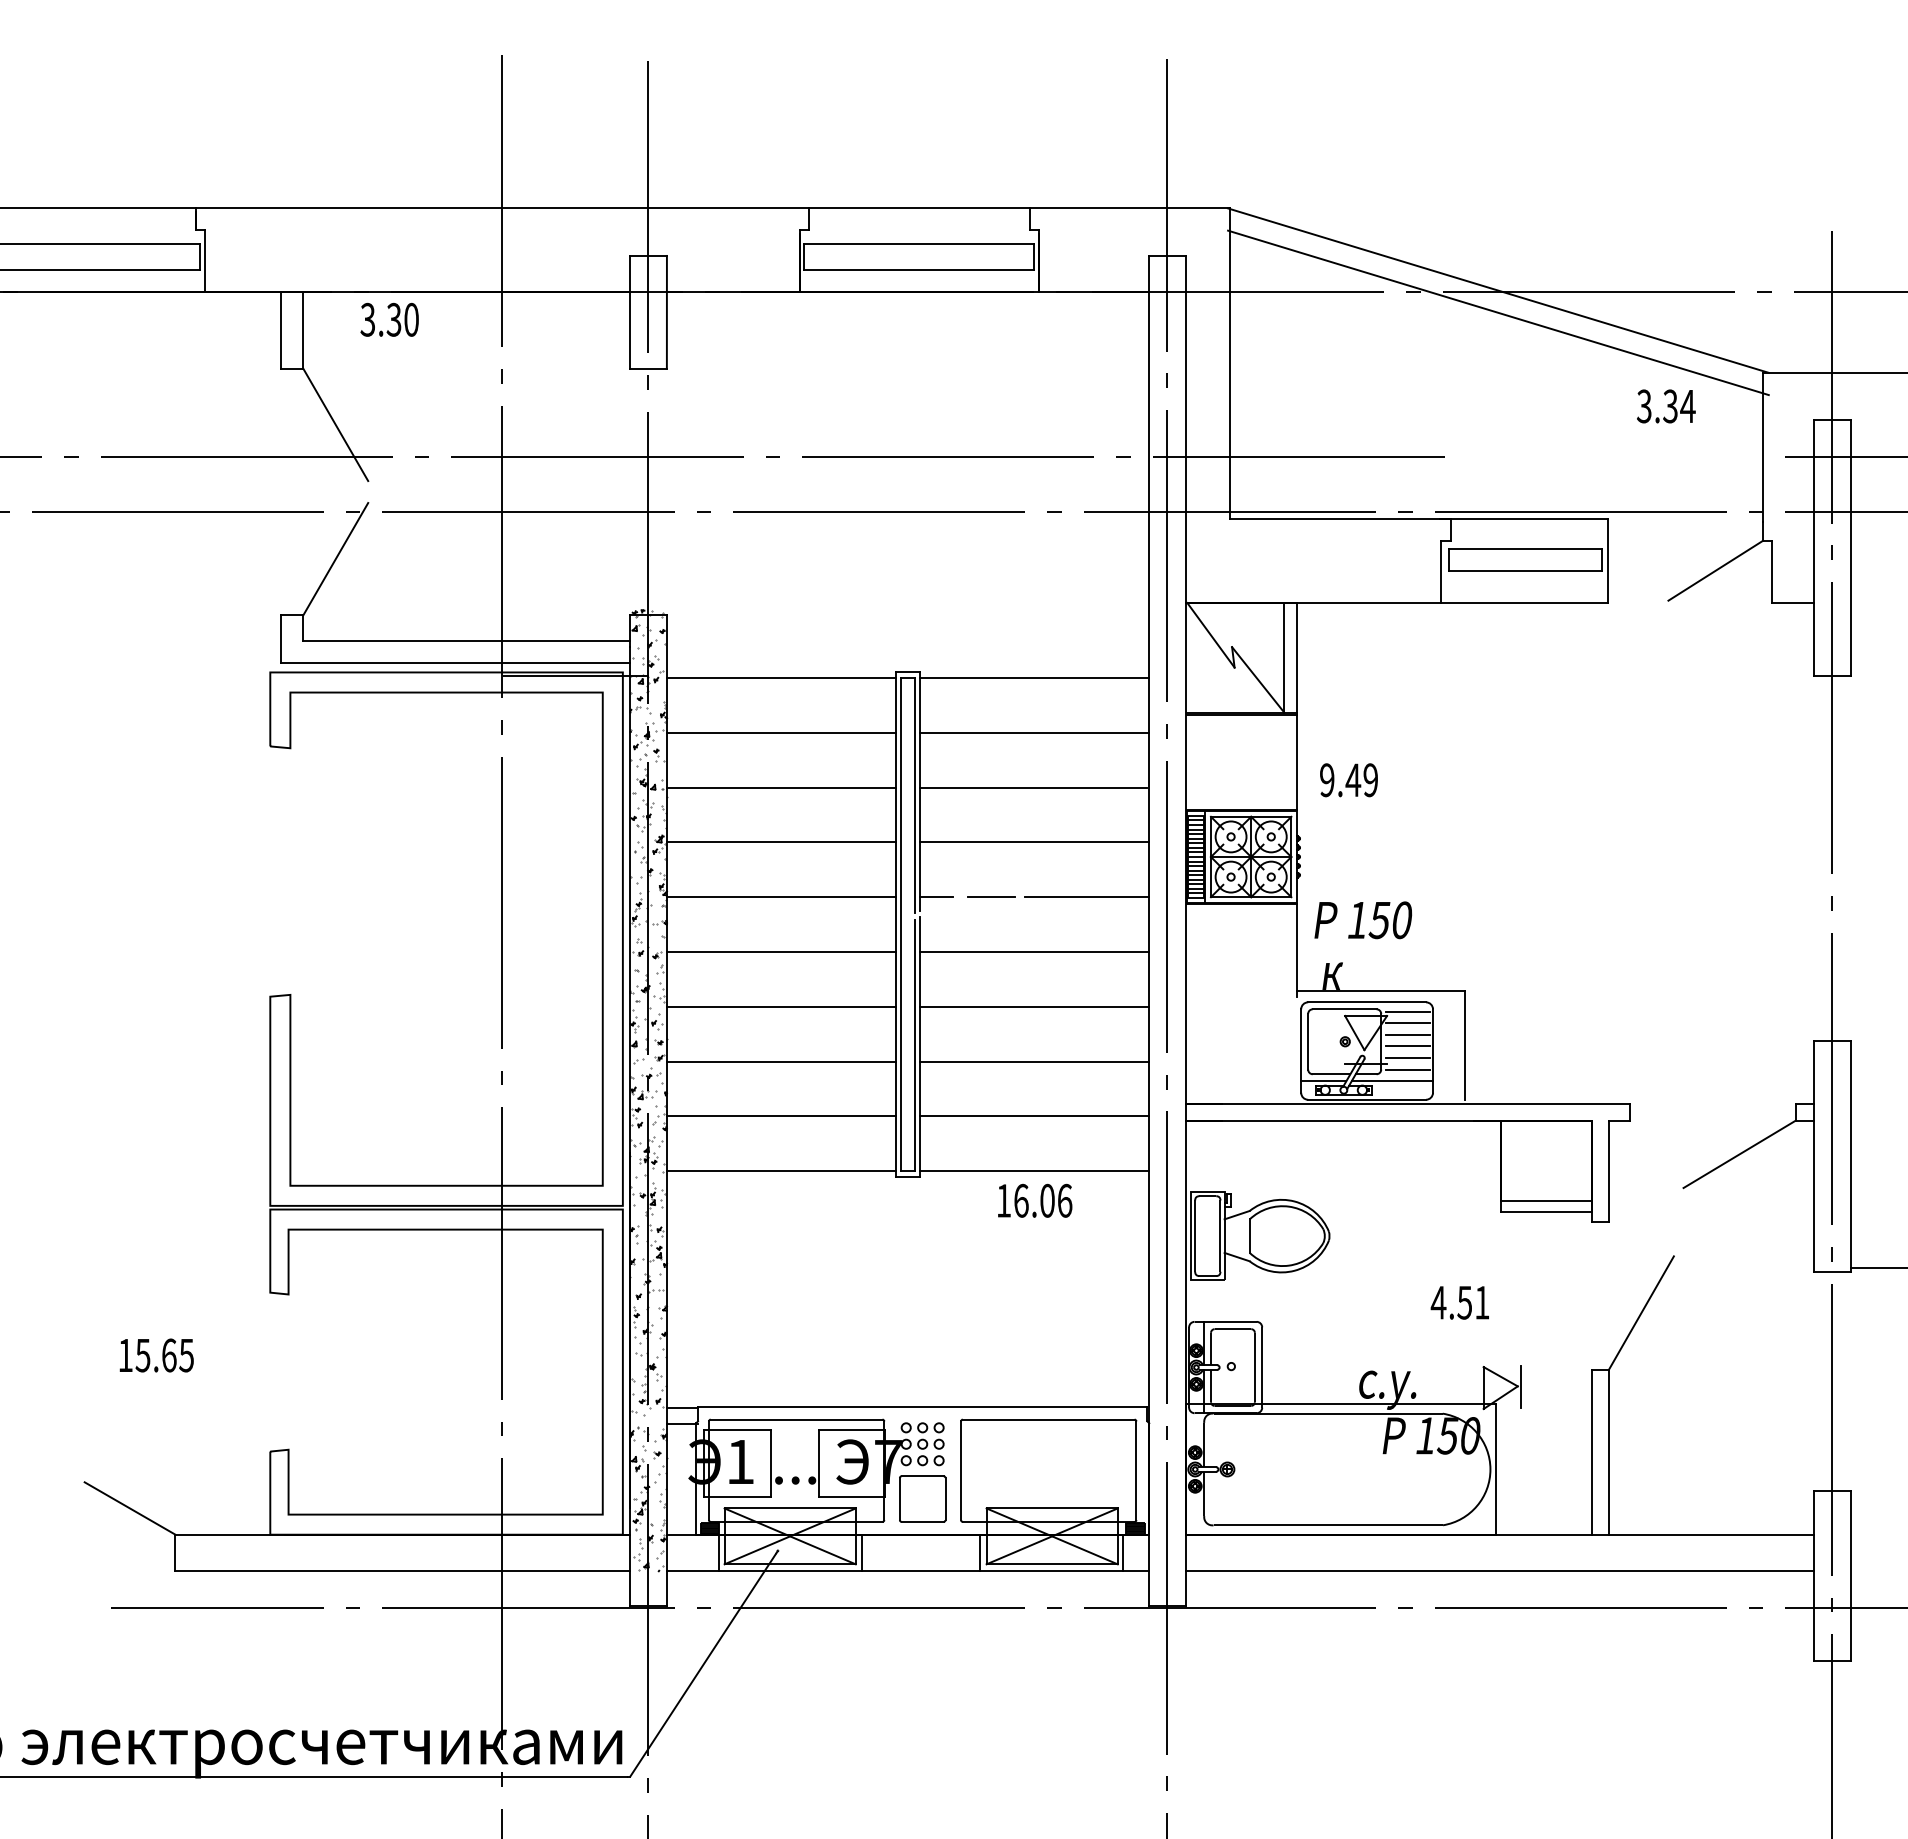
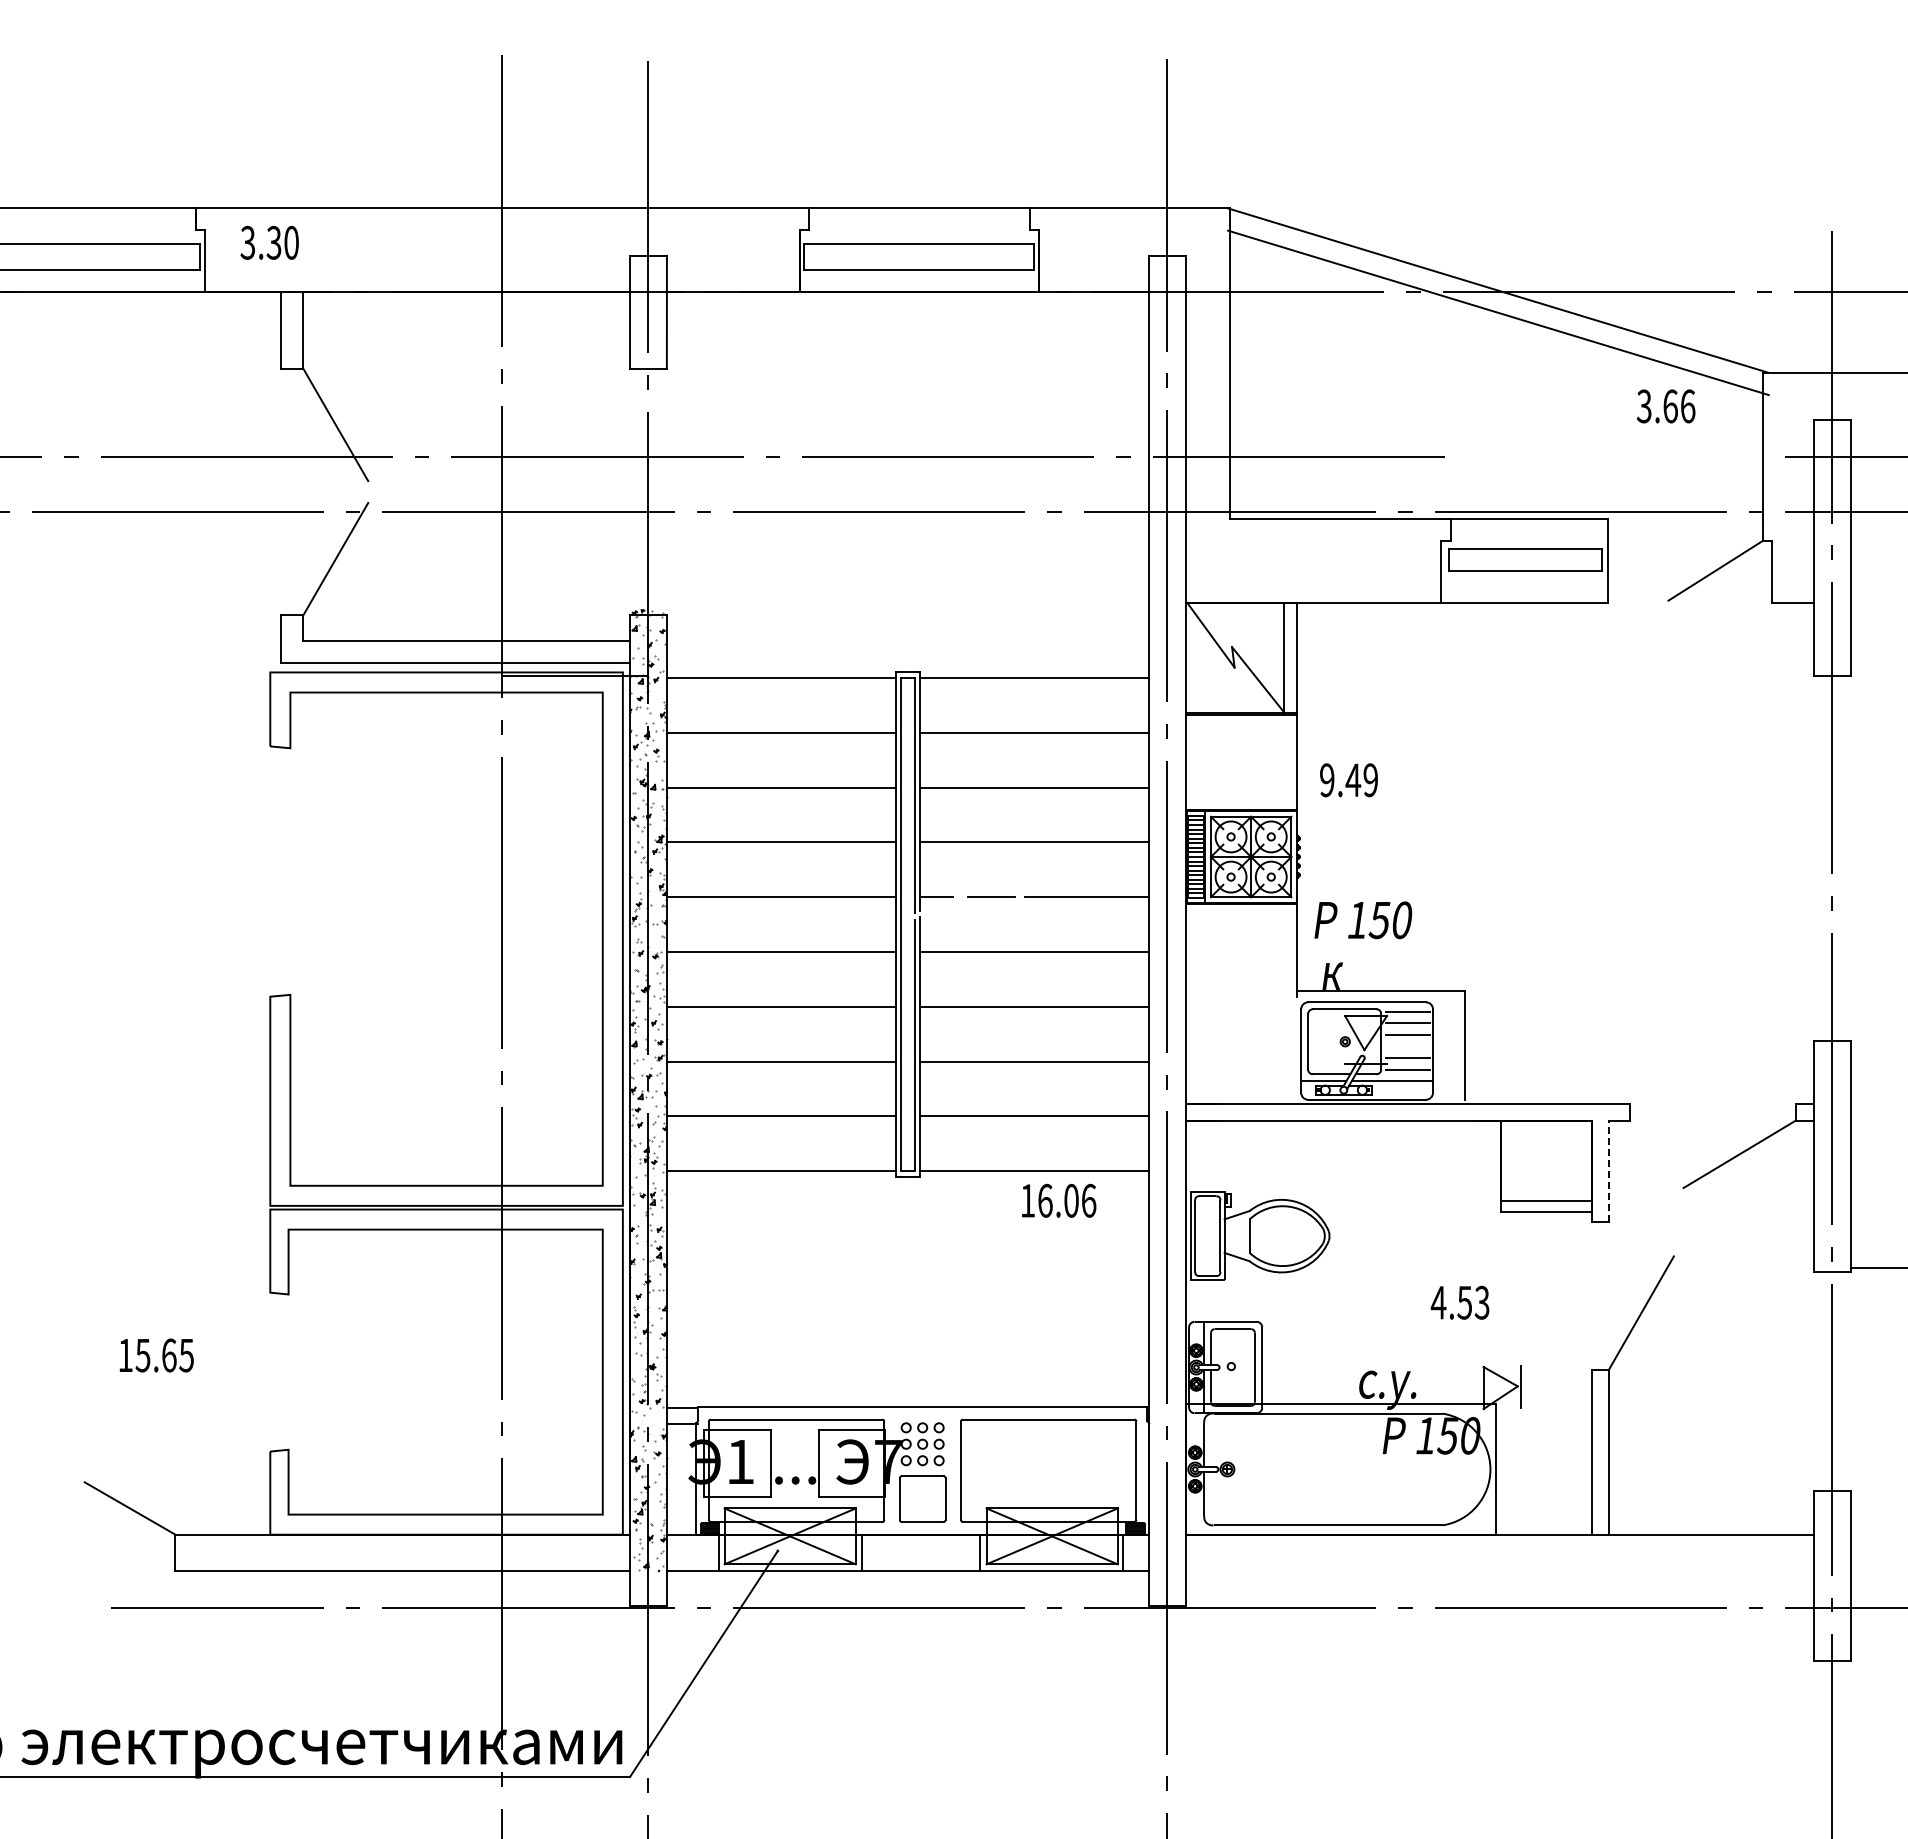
text at (389, 319) position: (389, 319) -> (269, 242)
text at (1679, 406): 3.34 -> 3.66
line at (1407, 1046): present -> none
line at (1608, 1171): solid -> dashed
text at (1035, 1200) position: (1035, 1200) -> (1059, 1200)
text at (1481, 1302): 4.51 -> 4.53
line at (1499, 1571): present -> none
